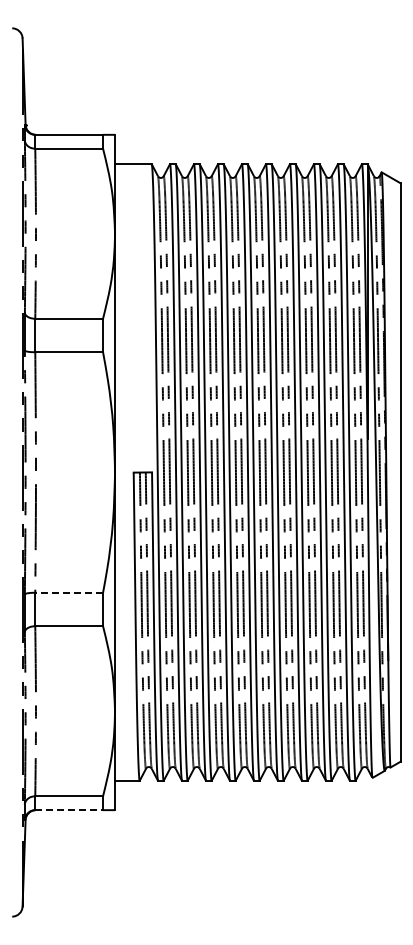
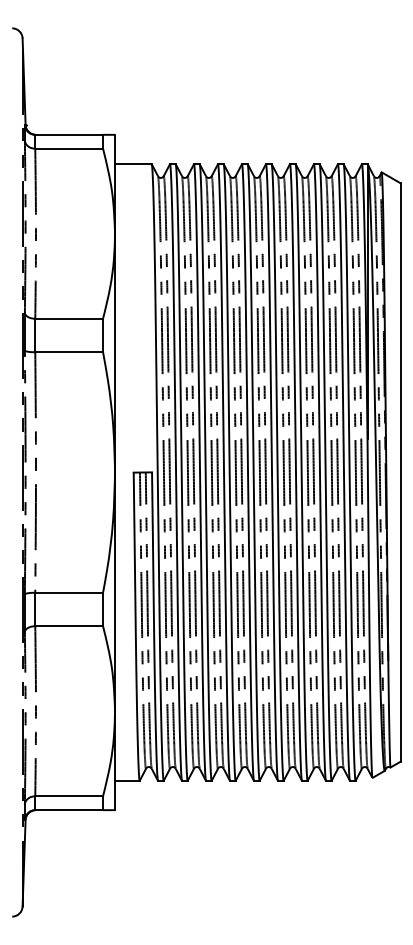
line at (69, 592): dashed -> solid
line at (69, 810): dashed -> solid
